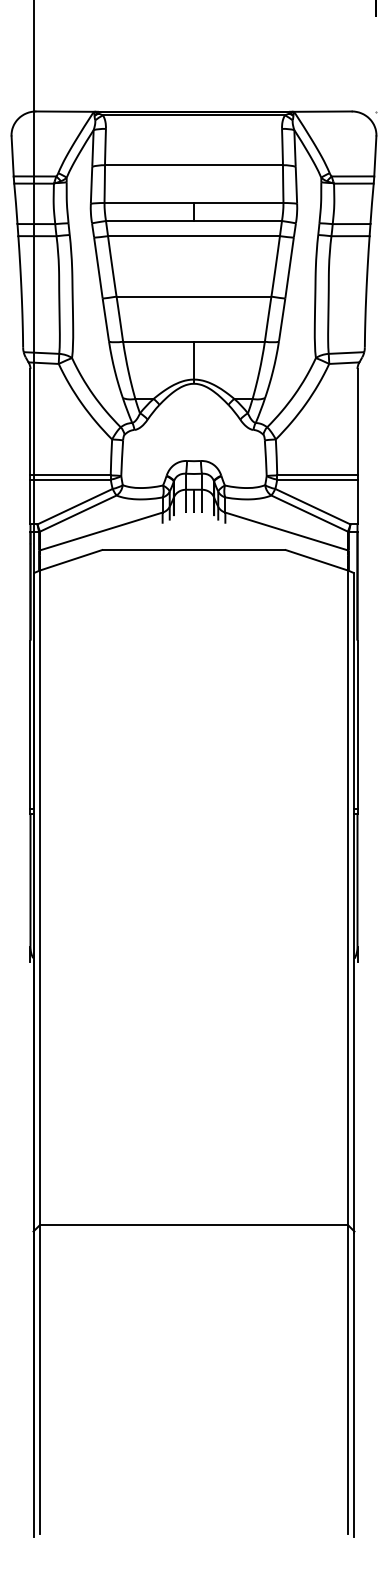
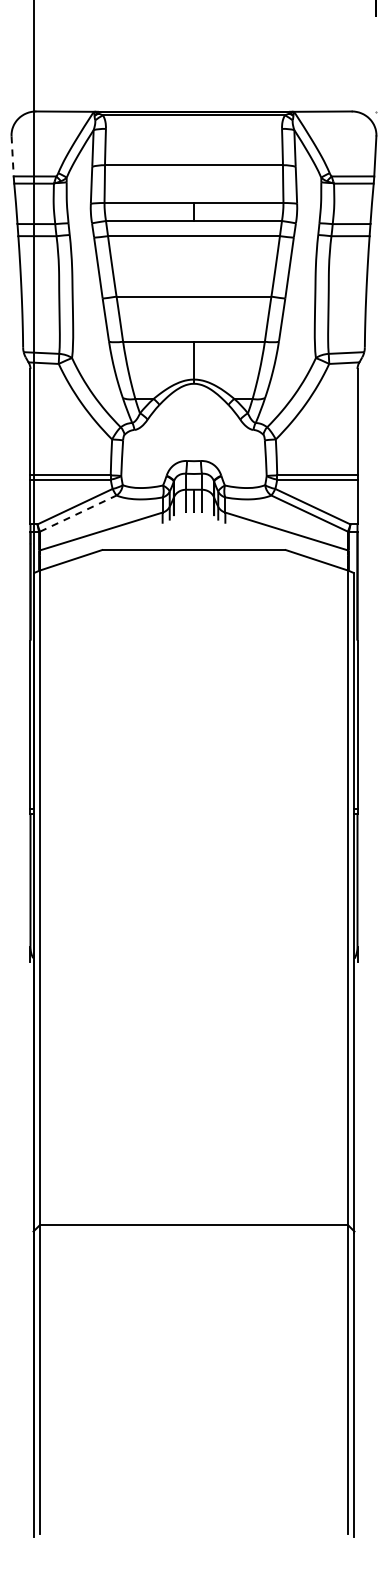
line at (12, 156): solid -> dashed
line at (78, 513): solid -> dashed
